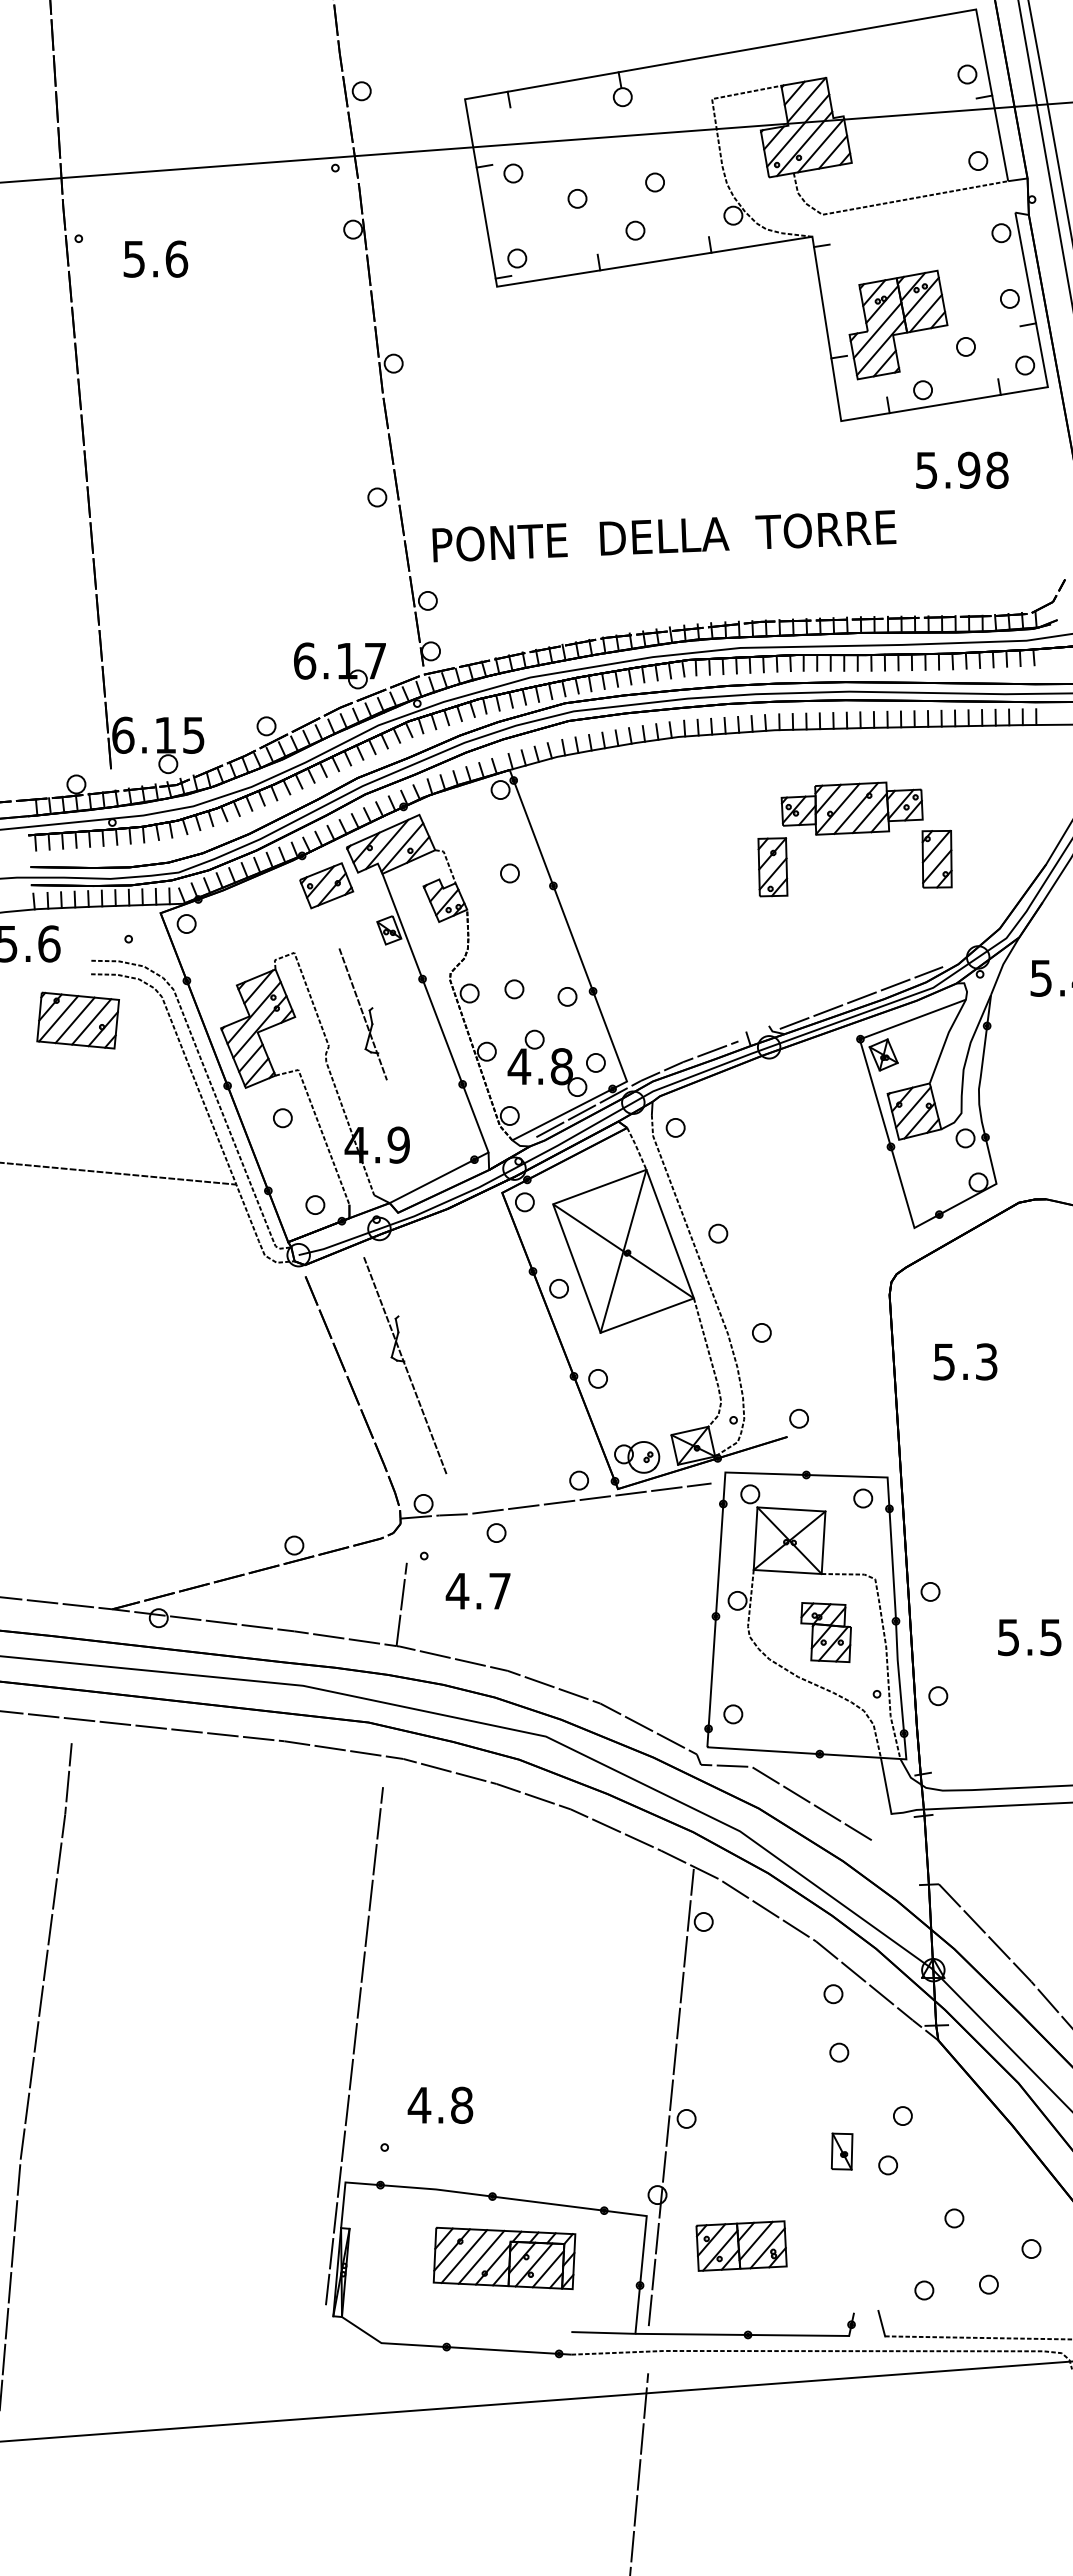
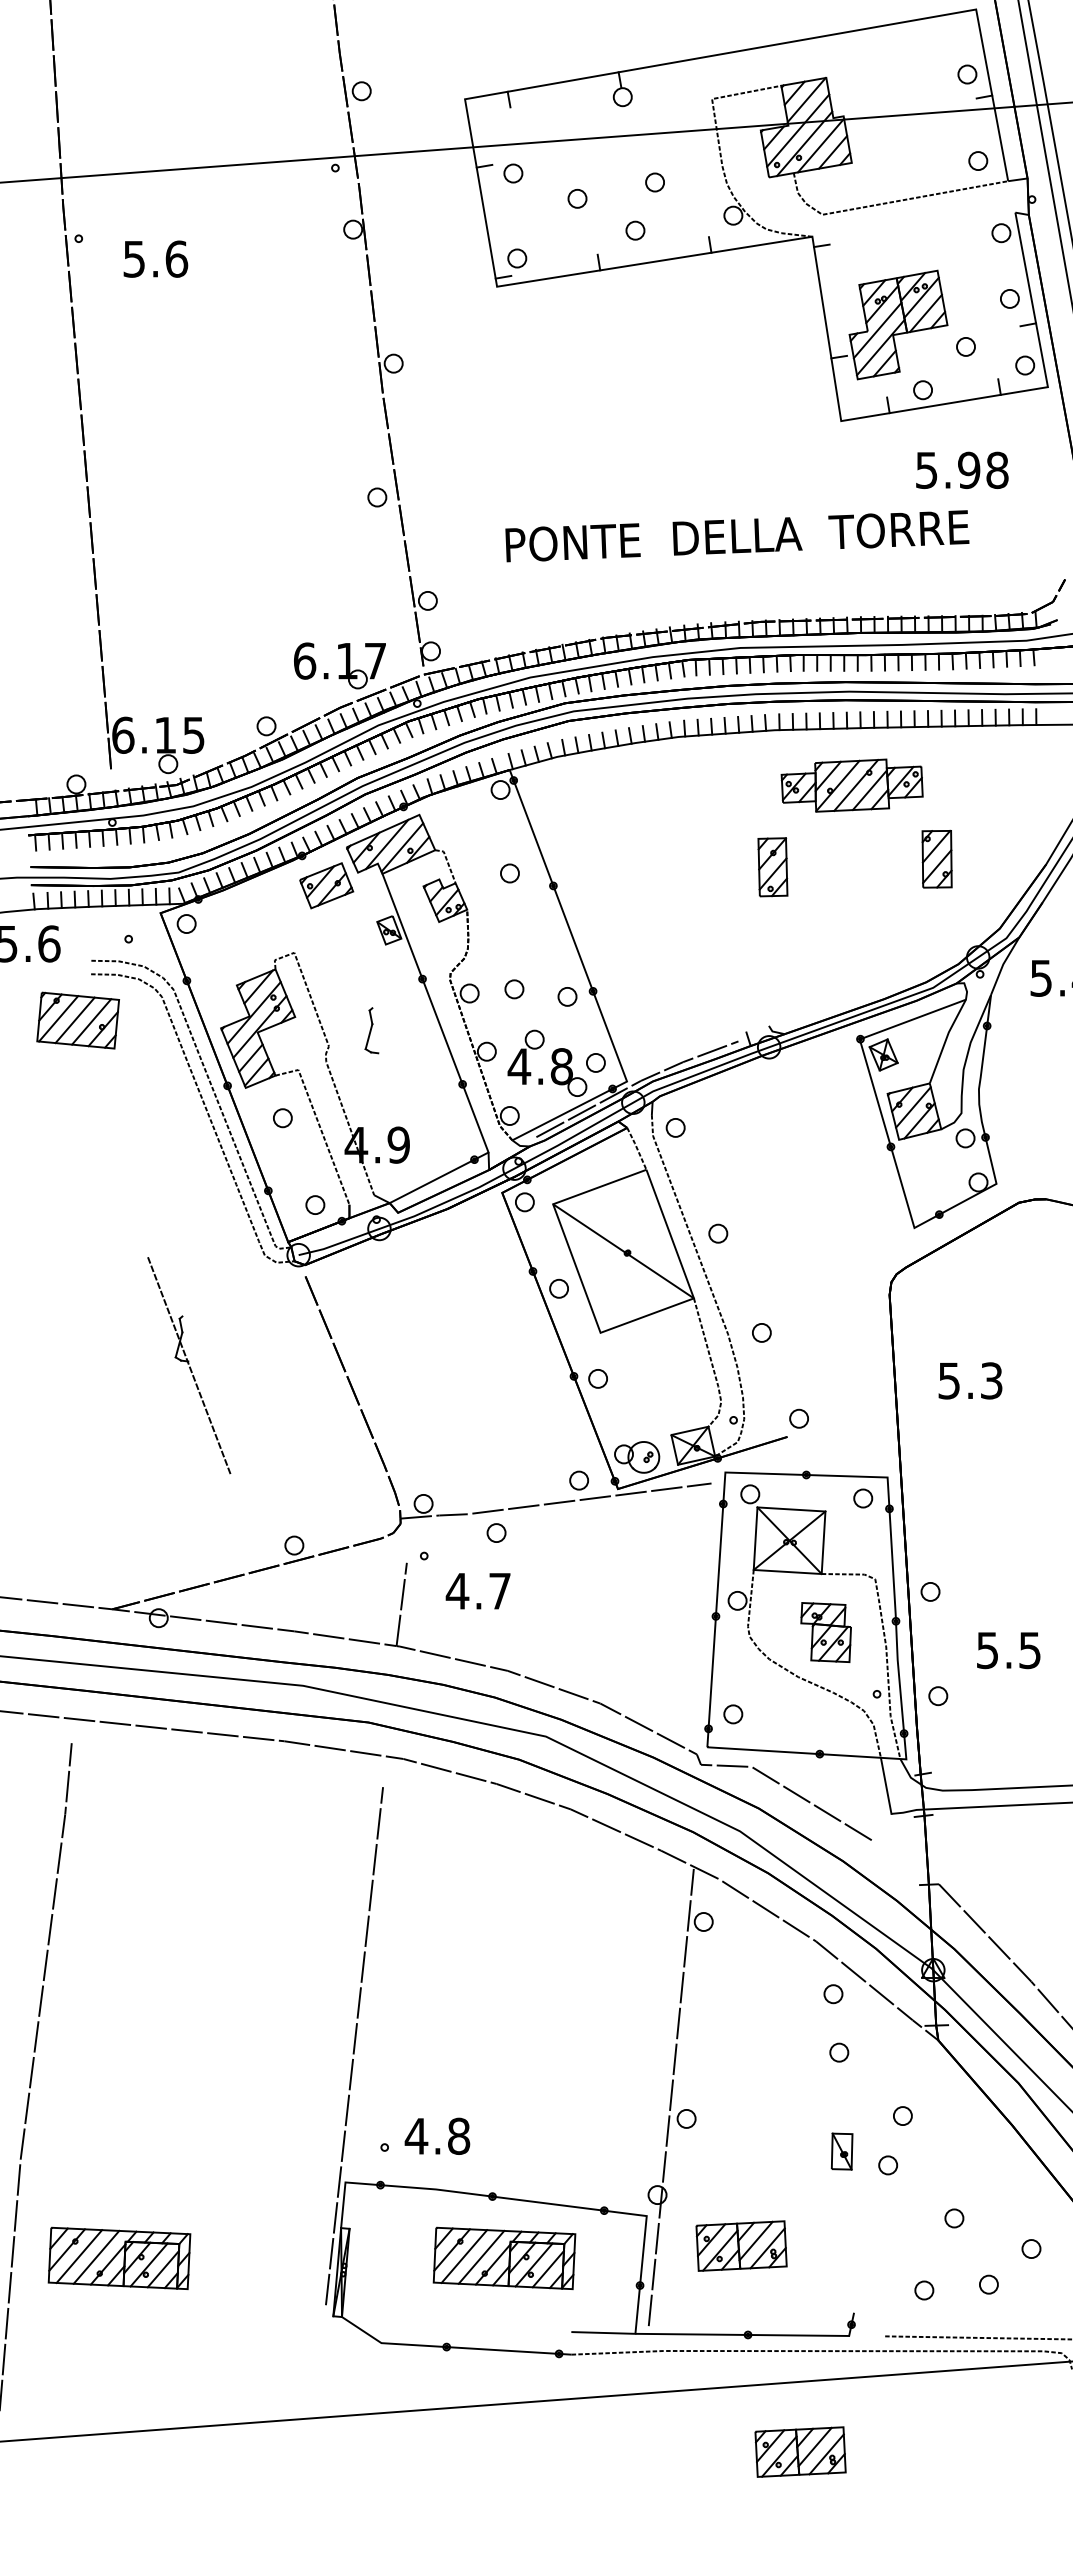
text at (664, 536) position: (664, 536) -> (737, 536)
part at (851, 808) position: (851, 808) -> (851, 785)
line at (861, 997): present -> none
line at (363, 1014): present -> none
line at (119, 1173): present -> none
line at (623, 1250): present -> none
text at (965, 1361) position: (965, 1361) -> (970, 1380)
part at (405, 1365) position: (405, 1365) -> (189, 1365)
text at (1029, 1637) position: (1029, 1637) -> (1008, 1650)
text at (440, 2104) position: (440, 2104) -> (437, 2135)
part at (119, 2257): none -> present
line at (881, 2323): present -> none
part at (800, 2451): none -> present
line at (639, 2472): present -> none
